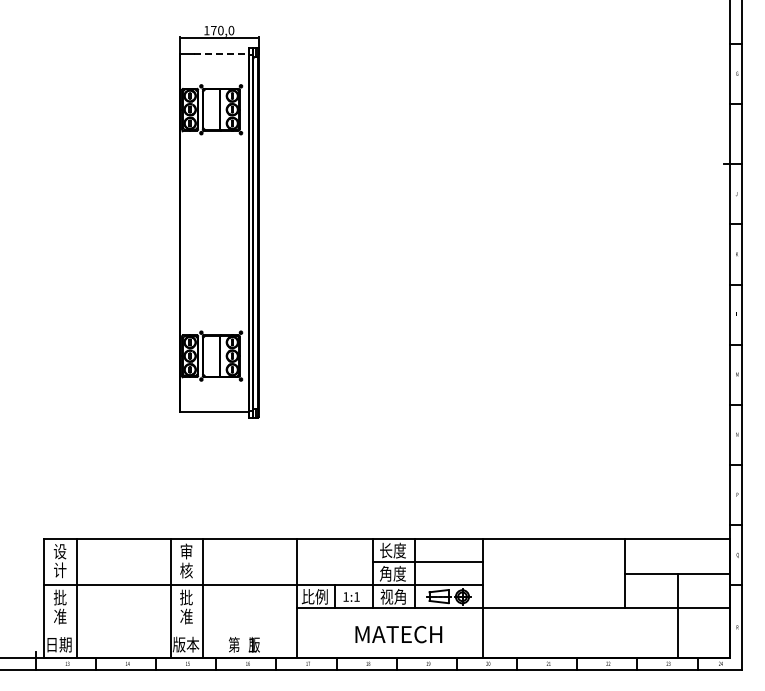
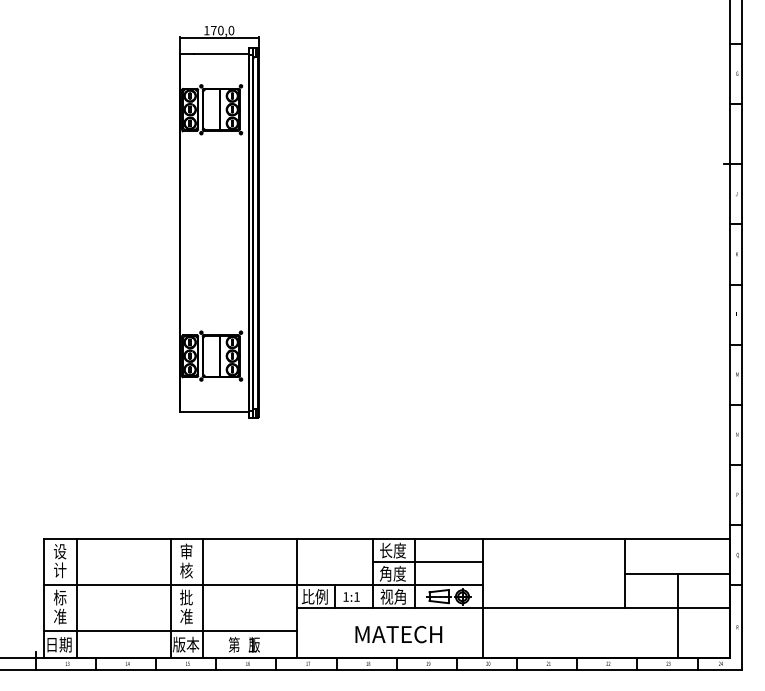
line at (221, 54): dashed -> solid
text at (59, 597): 批 -> 标
line at (170, 631): none -> present
